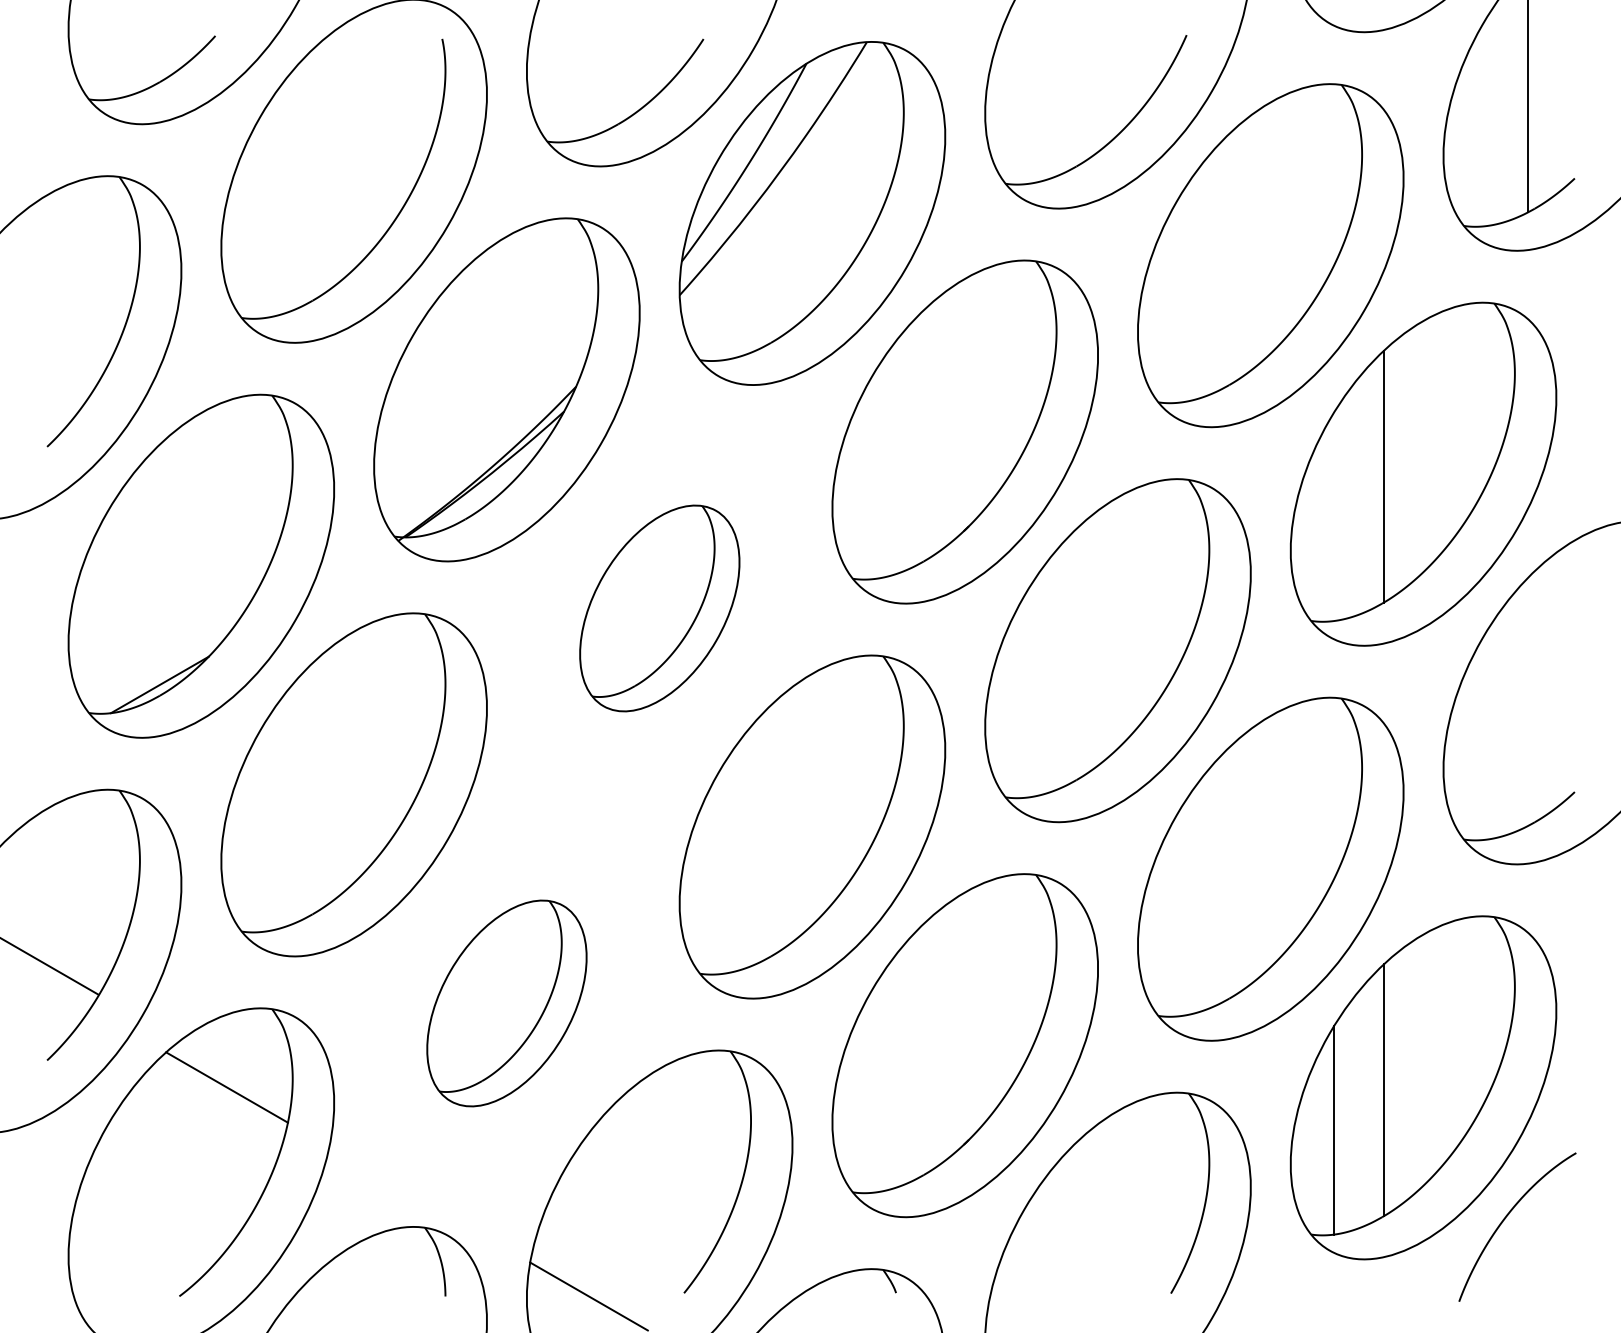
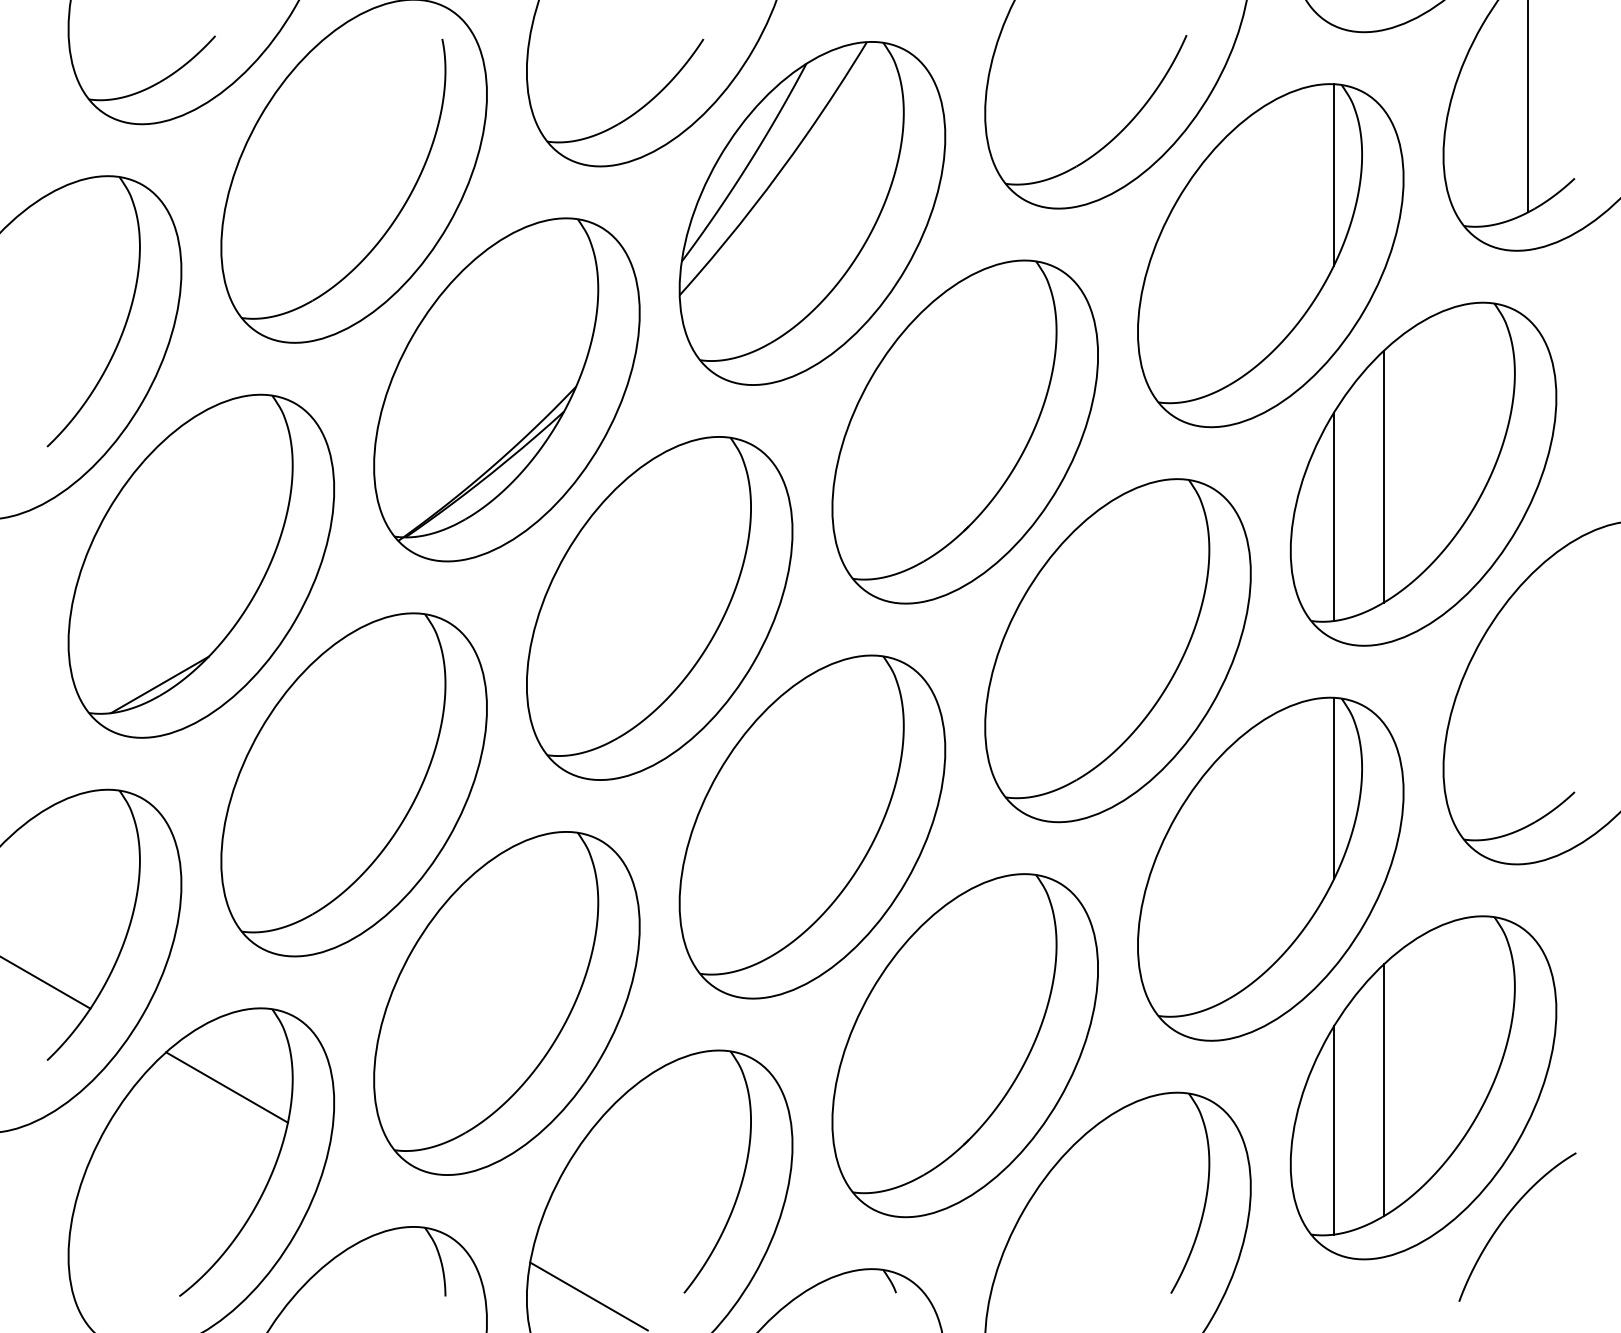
line at (1334, 174): none -> present
line at (1334, 516): none -> present
part at (659, 608) size: 162x209 px -> 268x345 px
line at (1334, 788): none -> present
line at (50, 966) position: (50, 966) -> (46, 982)
part at (506, 1003) size: 162x209 px -> 268x345 px
